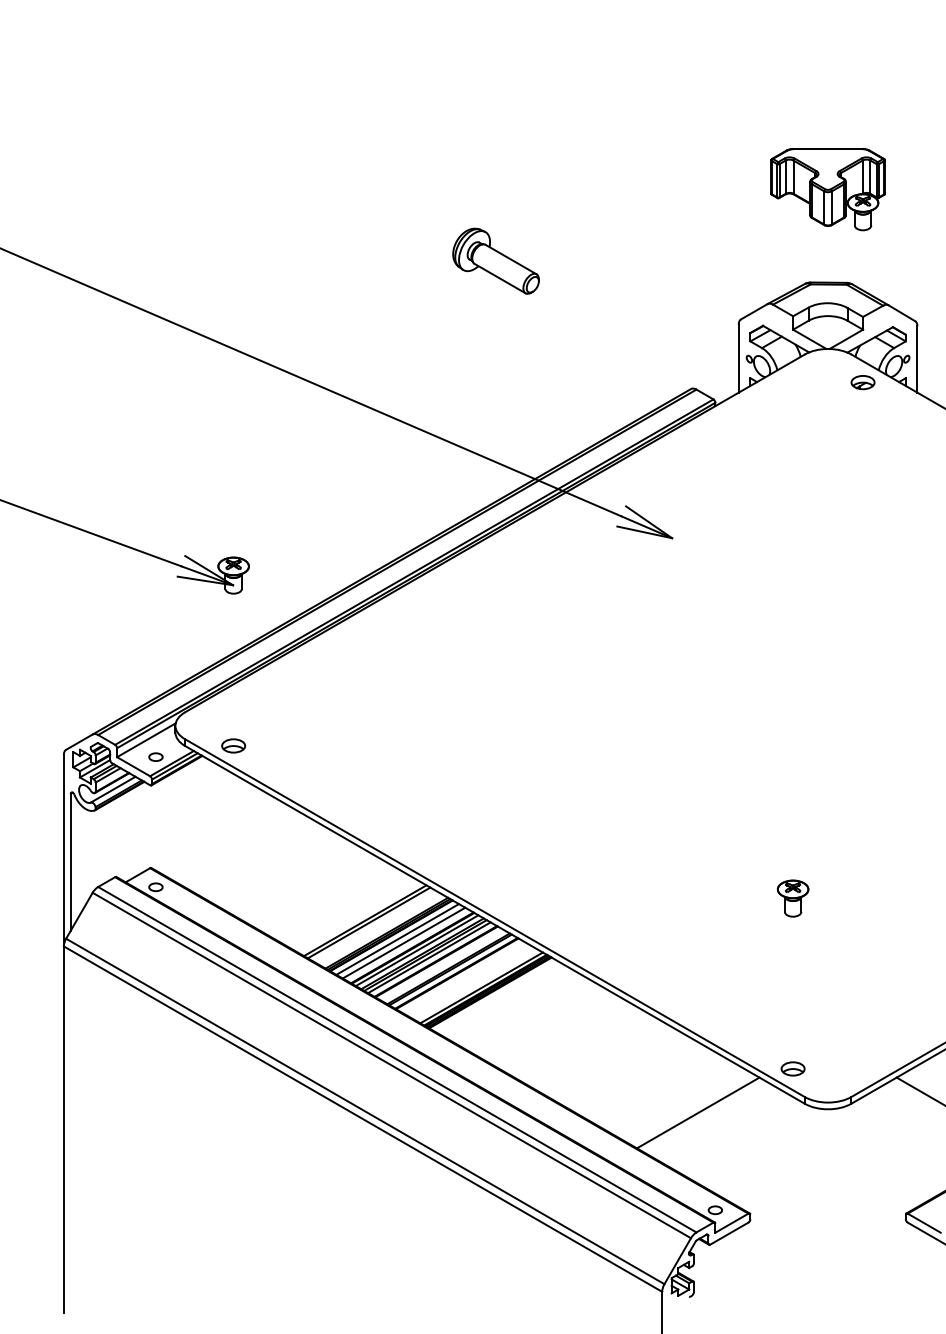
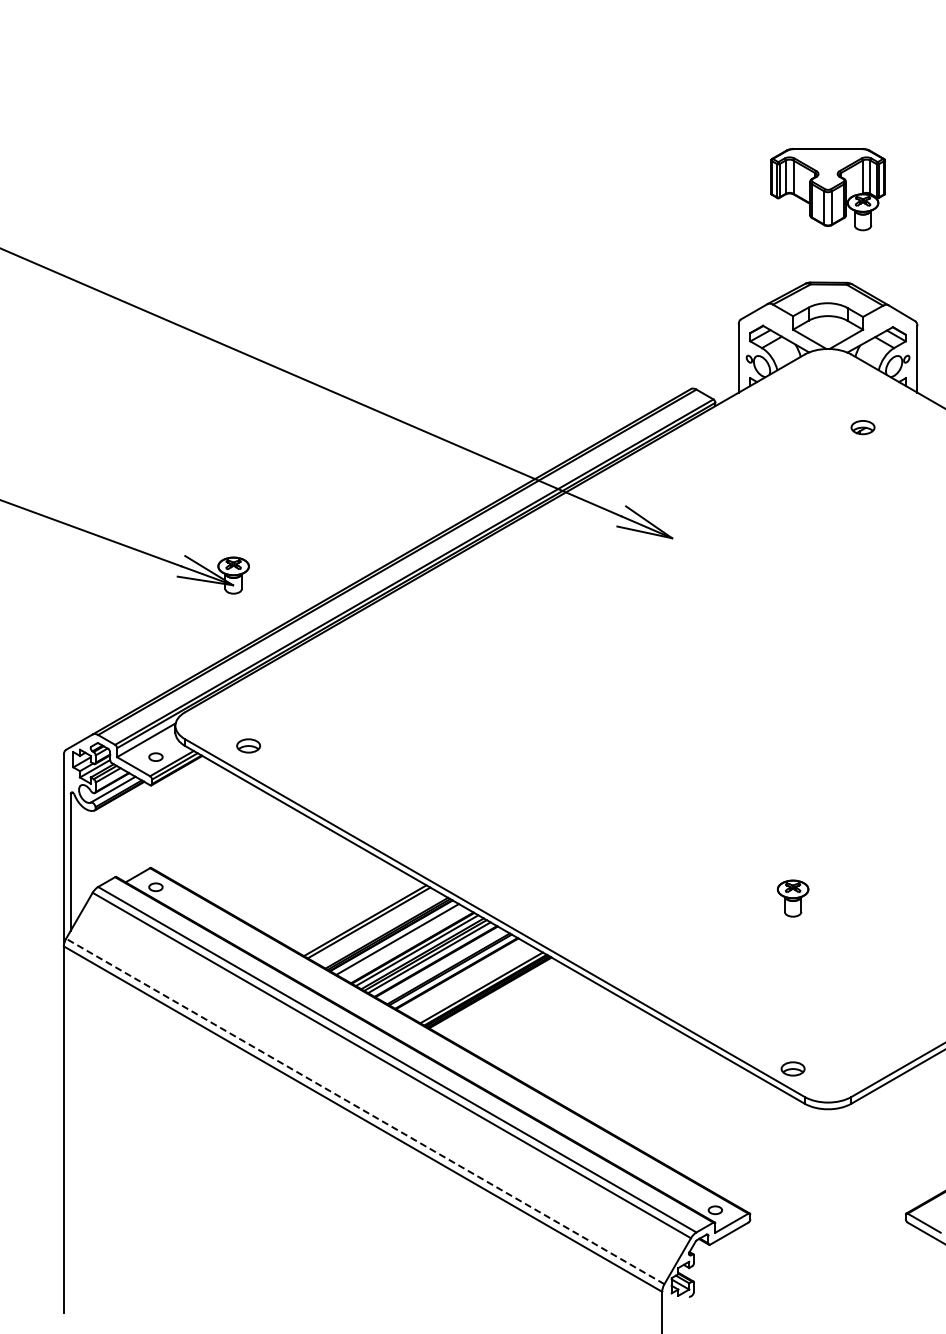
part at (495, 260): present -> none
part at (862, 382) position: (862, 382) -> (862, 427)
part at (233, 745) position: (233, 745) -> (248, 745)
line at (403, 942): present -> none
line at (919, 1090): present -> none
line at (364, 1111): solid -> dashed
line at (697, 1112): present -> none
